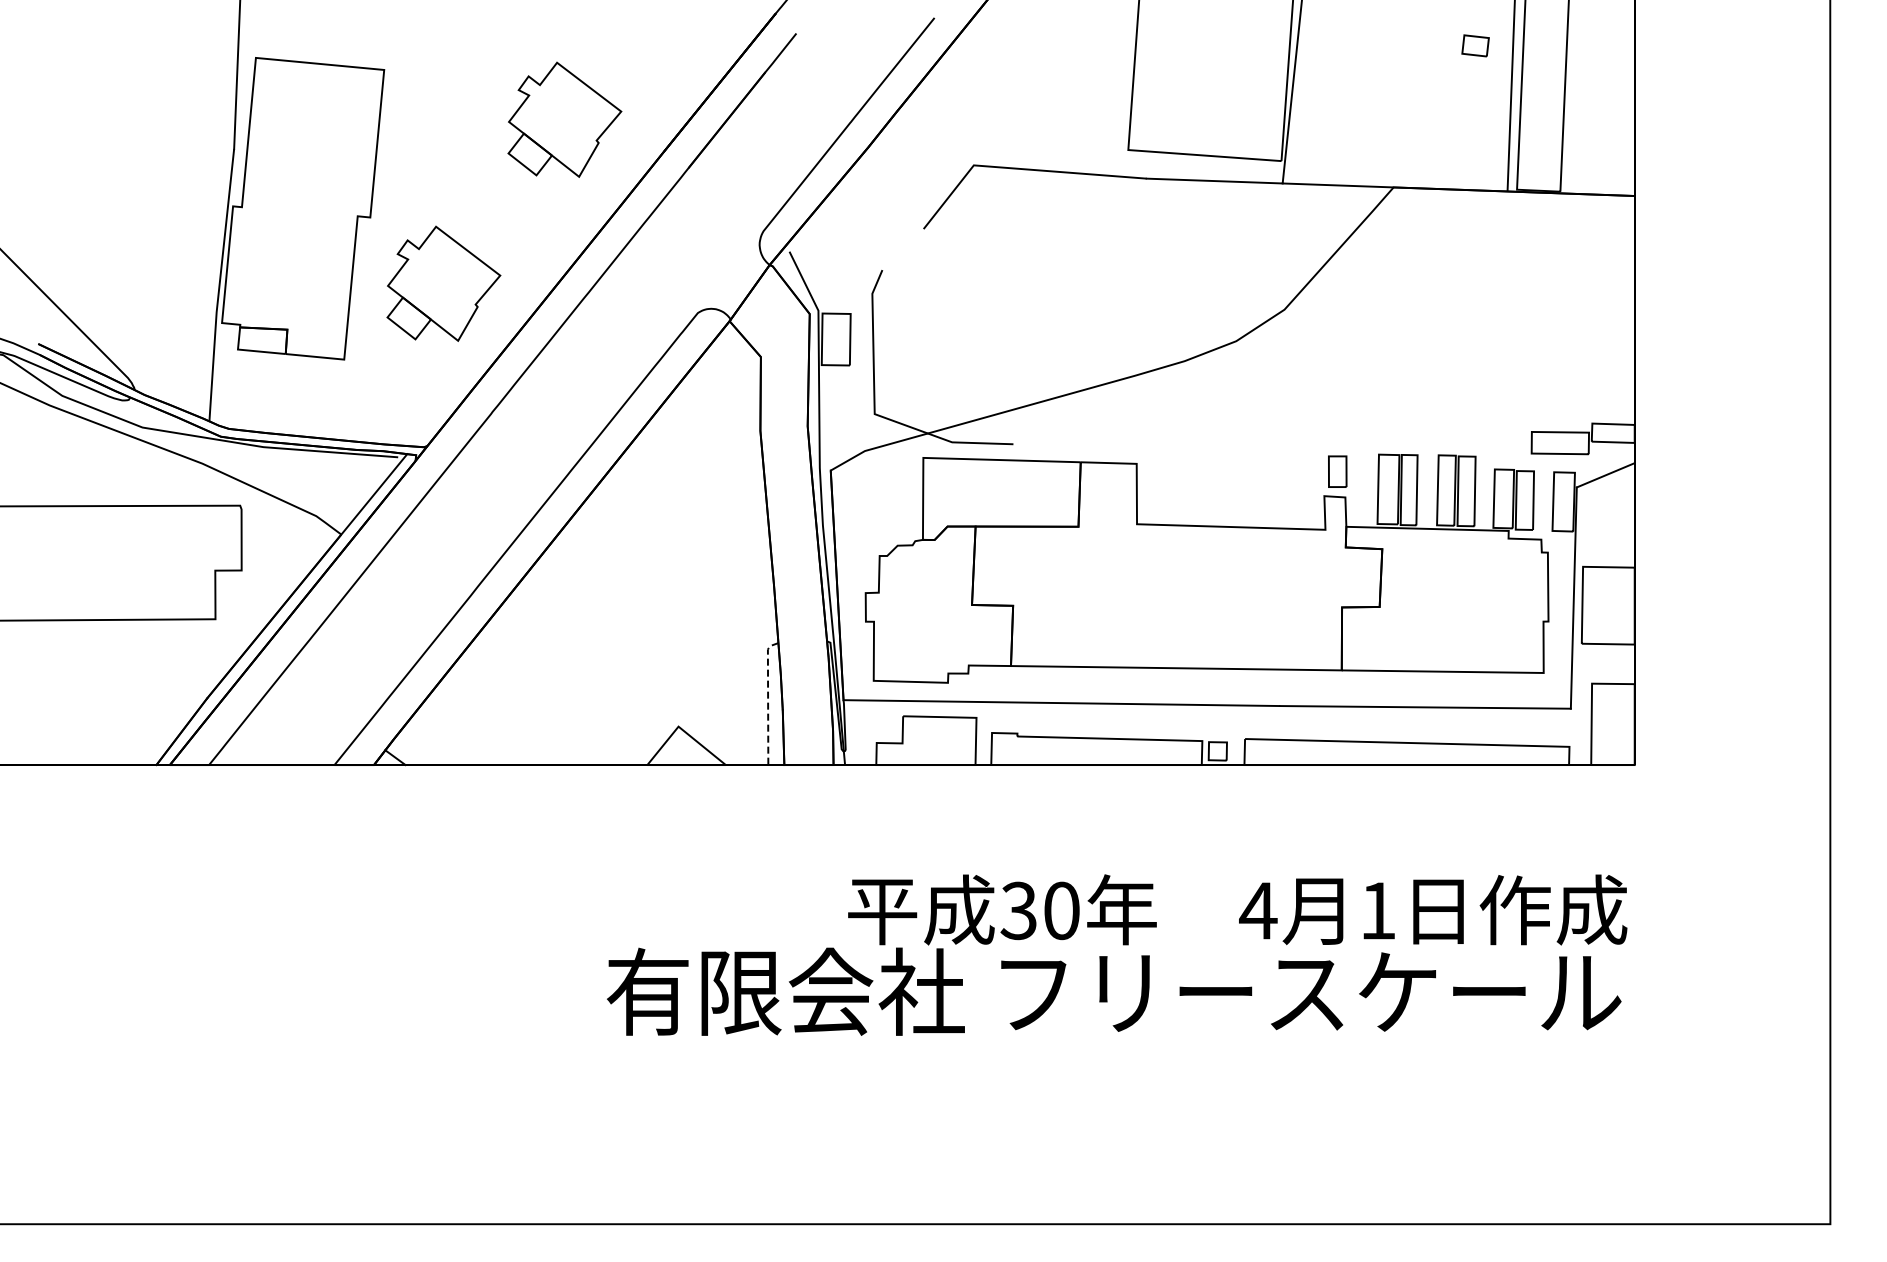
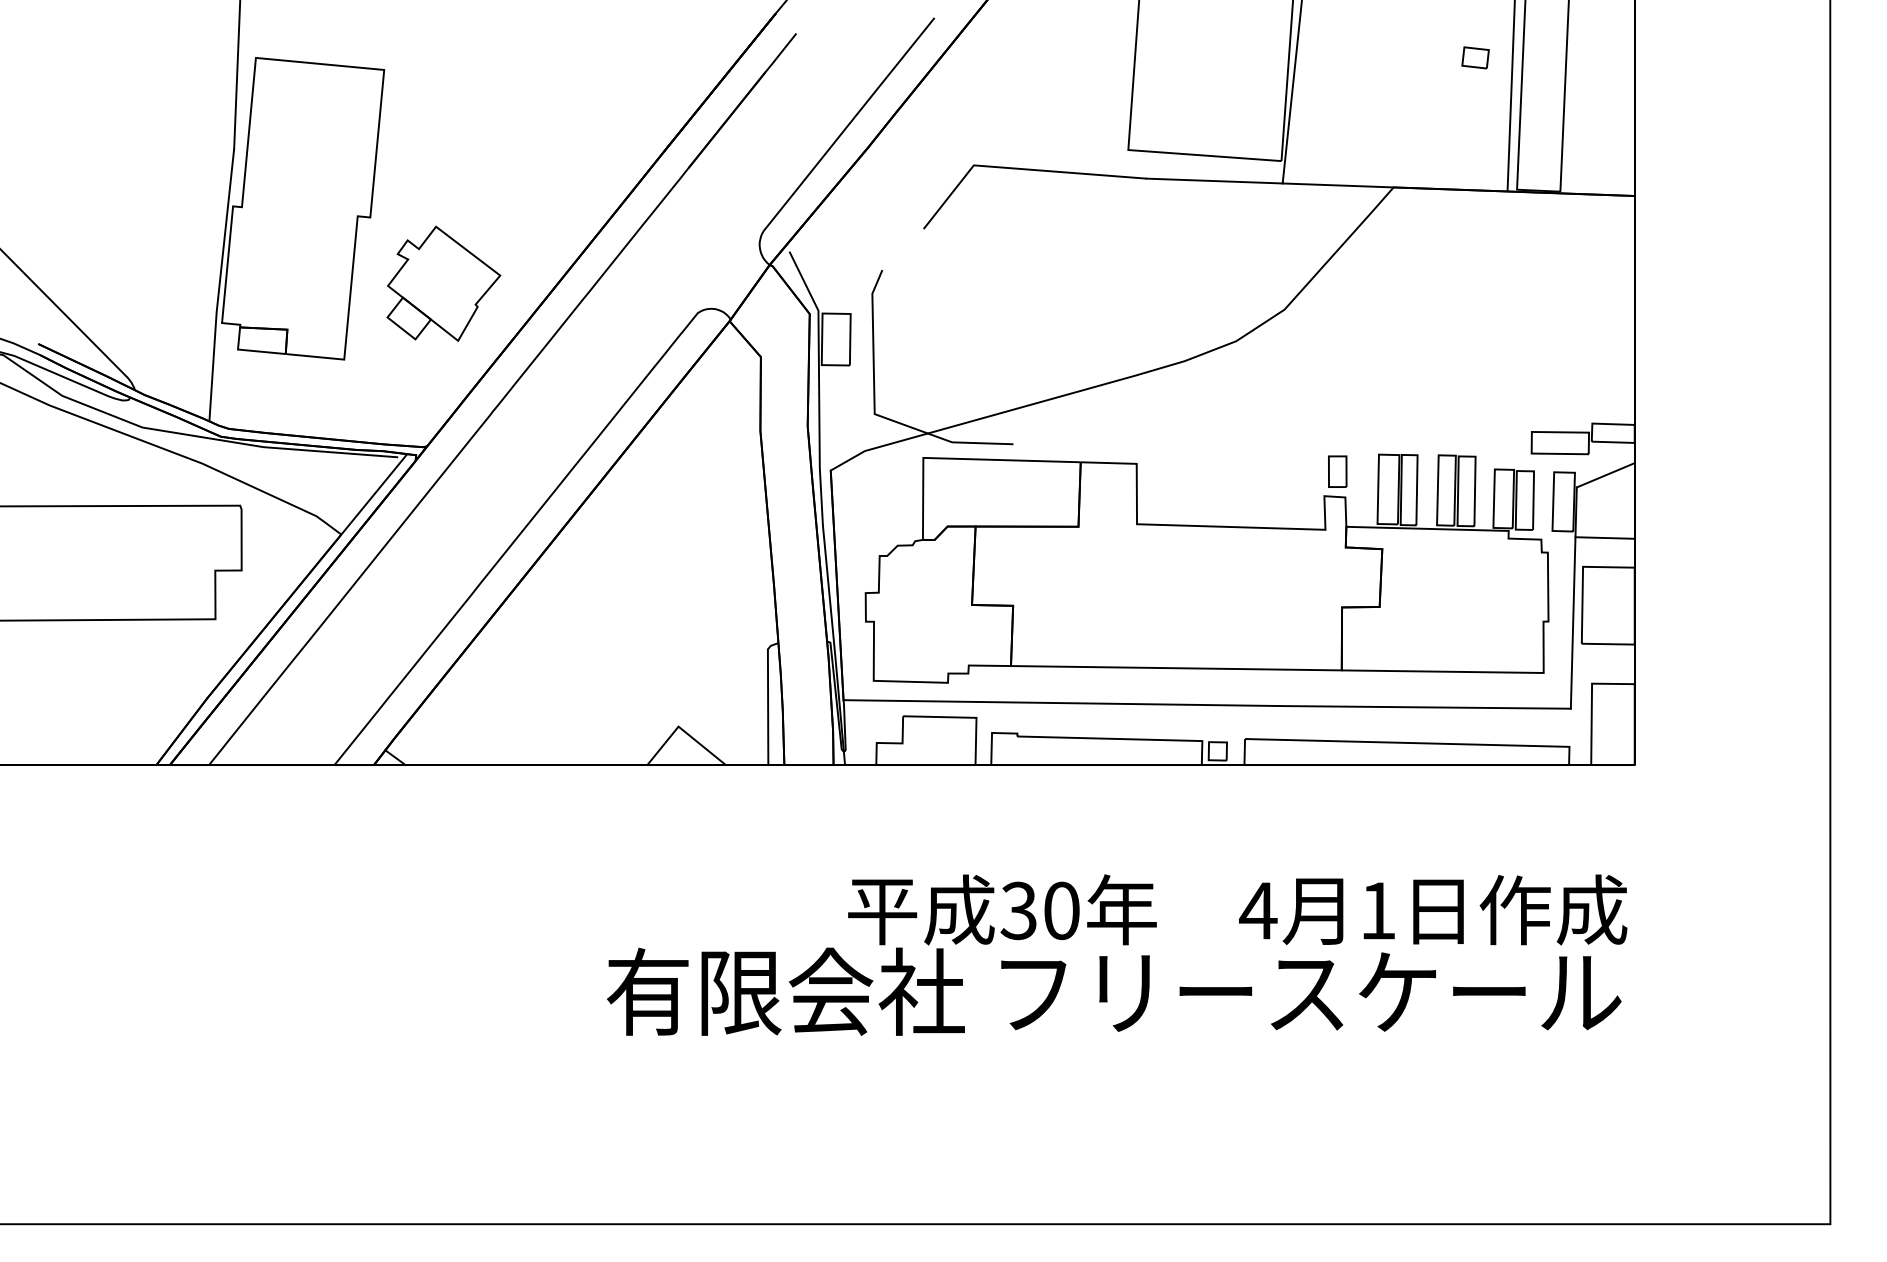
part at (1475, 45) position: (1475, 45) -> (1475, 57)
part at (564, 119): present -> none
line at (1604, 537): none -> present
line at (768, 699): dashed -> solid
